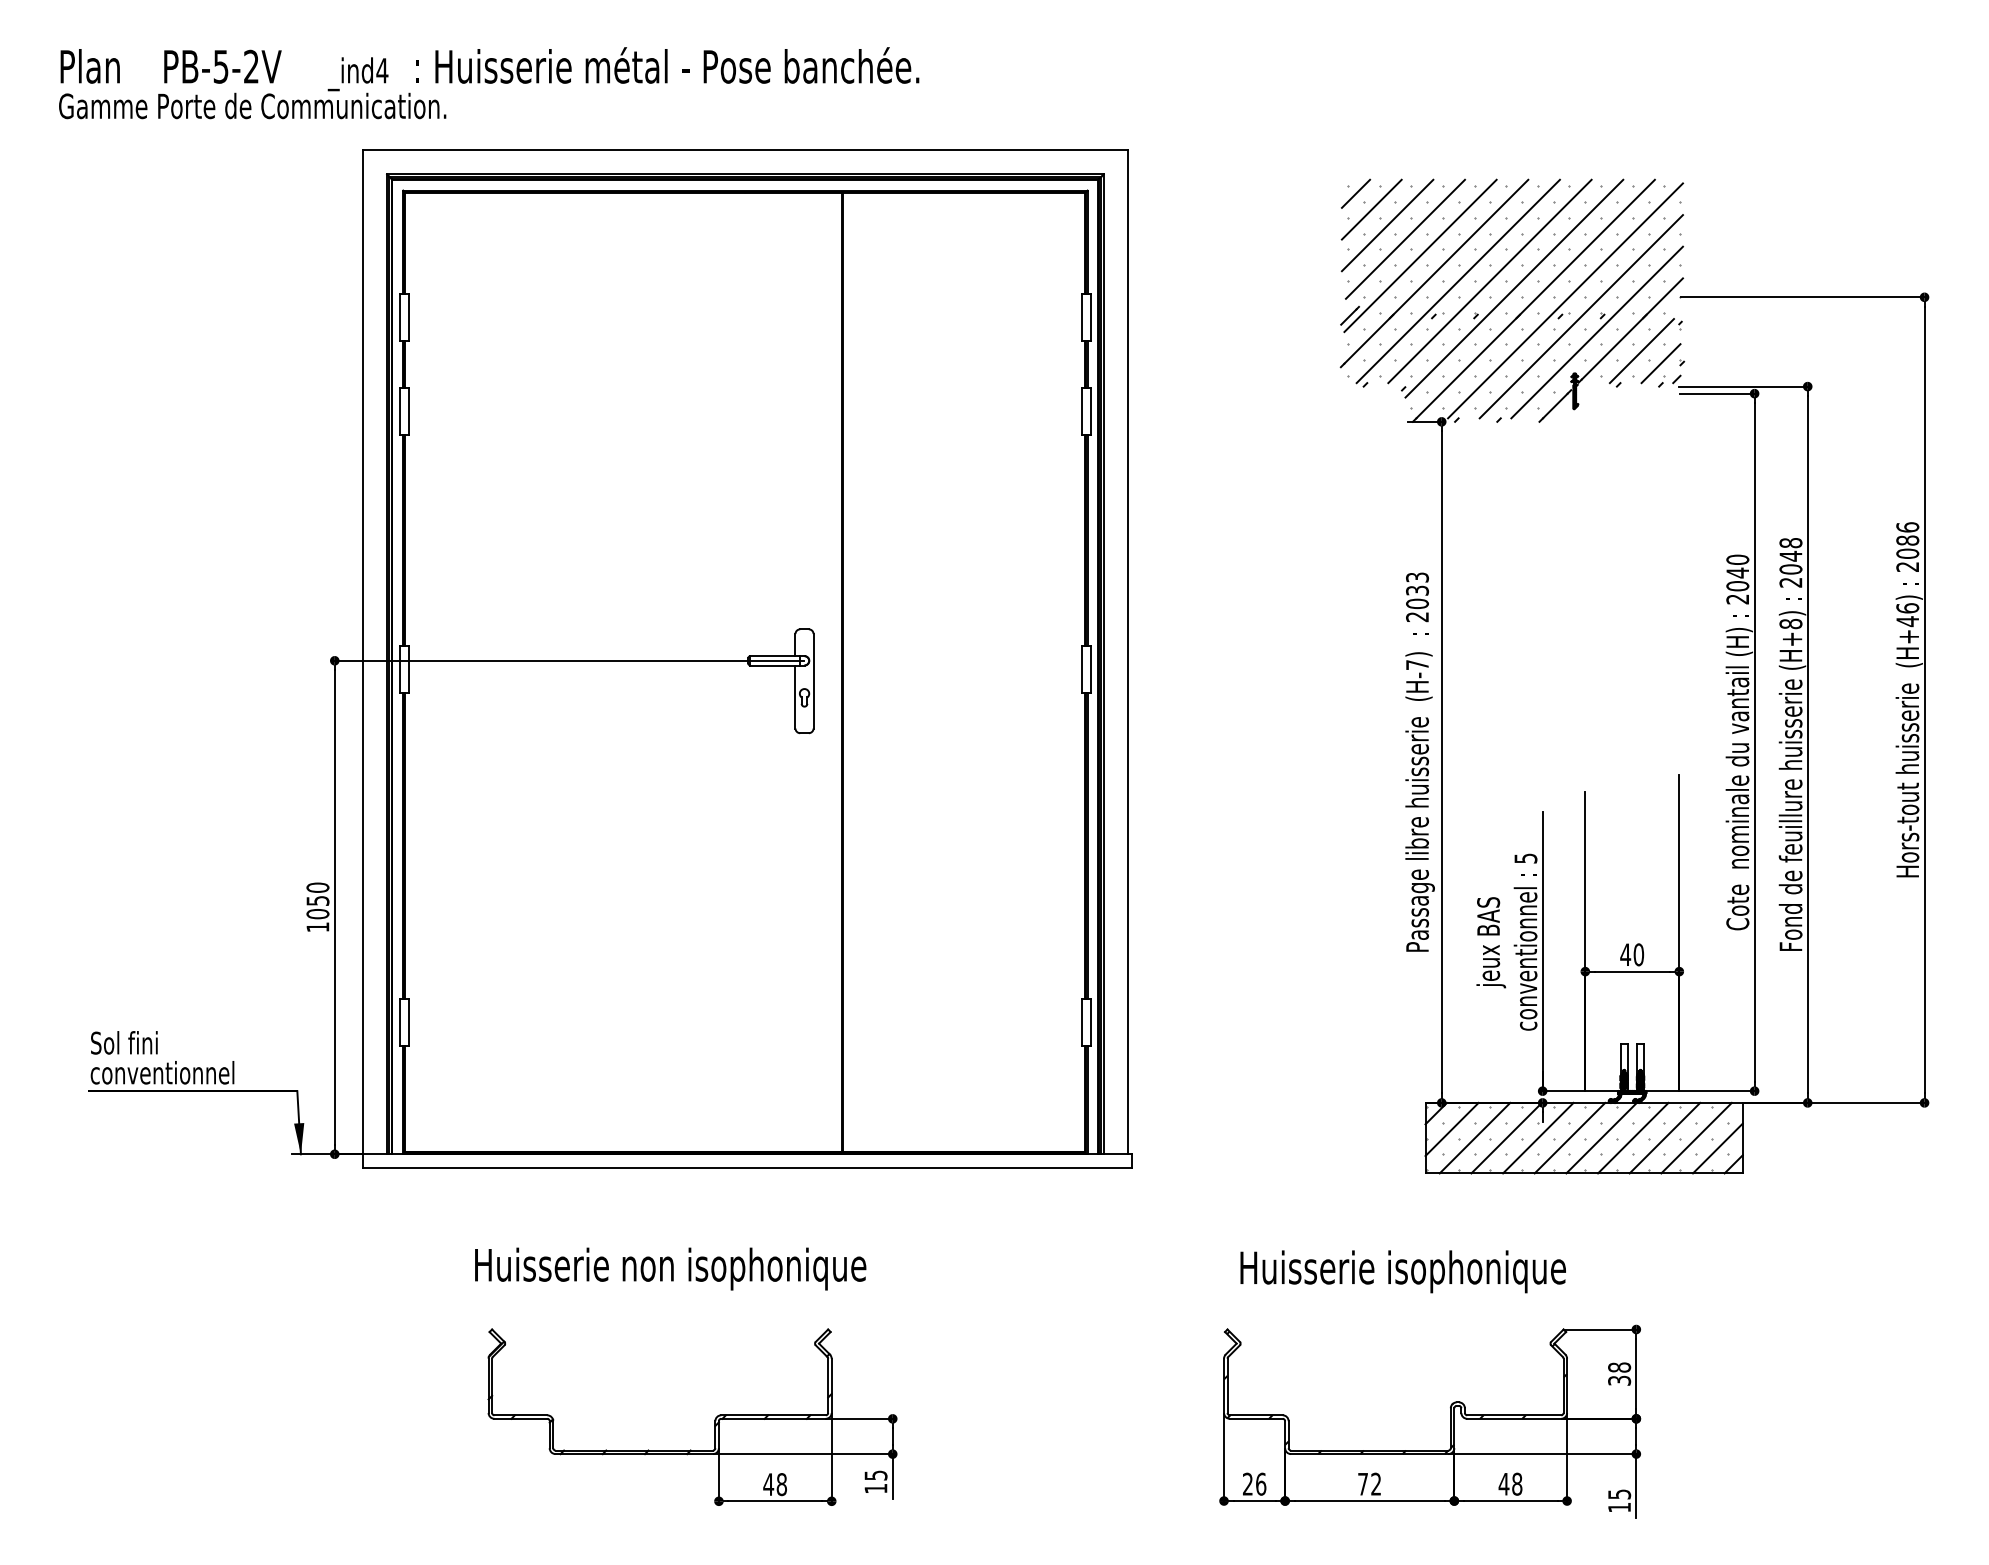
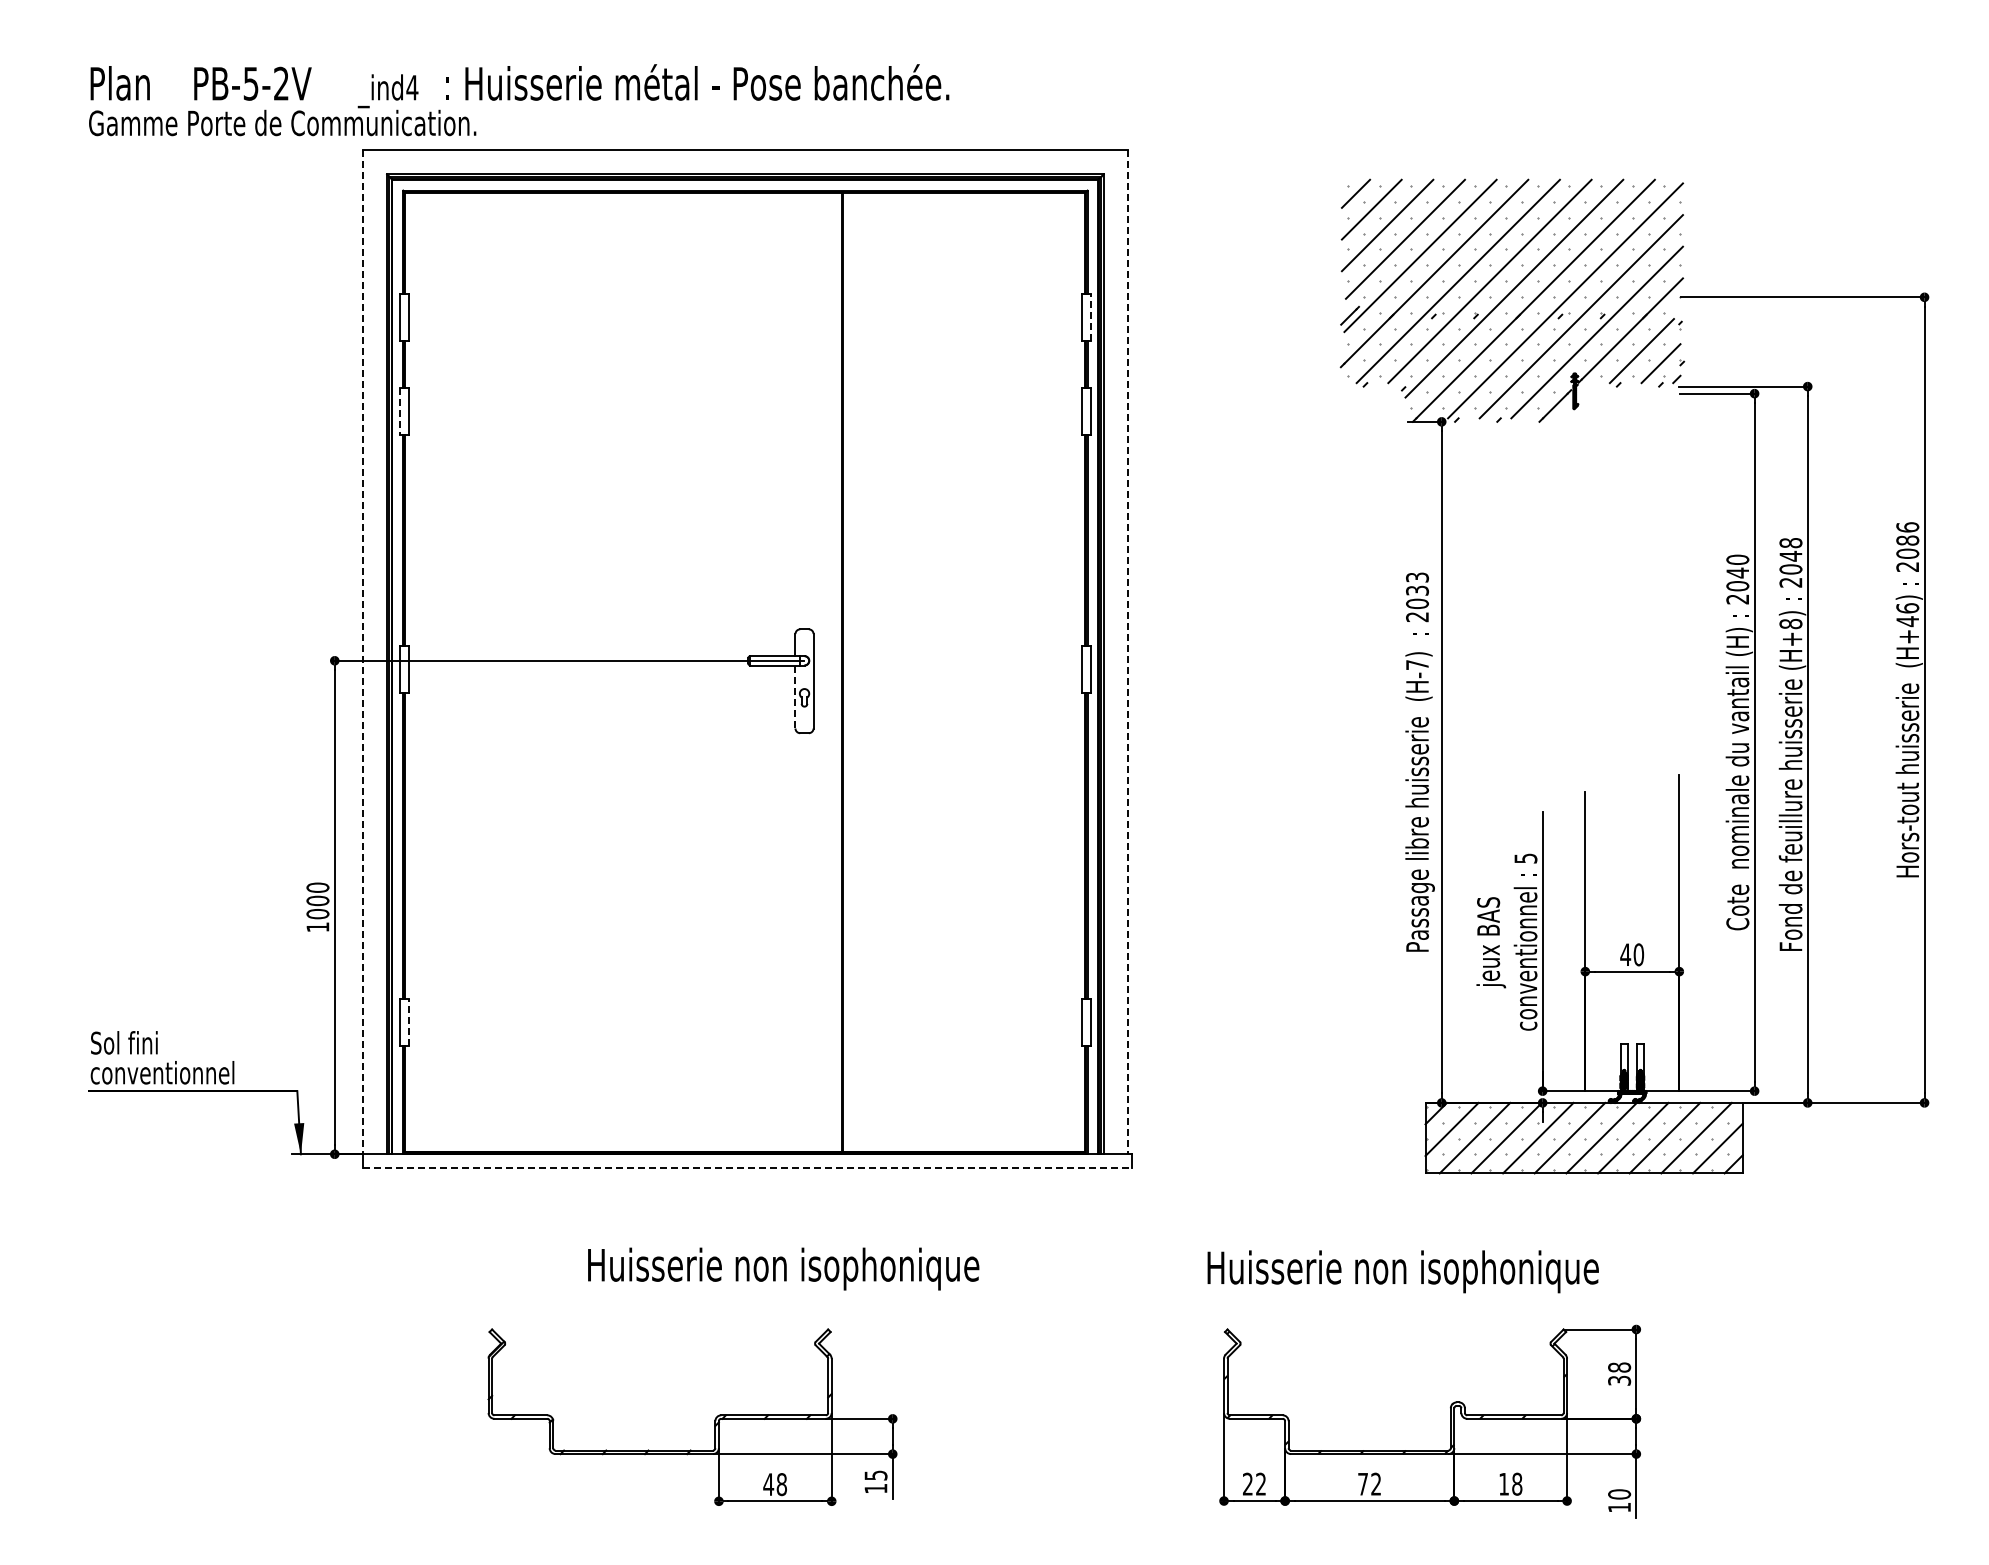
text at (489, 83) position: (489, 83) -> (519, 100)
line at (1091, 316): solid -> dashed
line at (399, 411): solid -> dashed
line at (363, 652): solid -> dashed
line at (1127, 652): solid -> dashed
line at (795, 697): solid -> dashed
text at (317, 900): 1050 -> 1000
line at (409, 1021): solid -> dashed
line at (747, 1168): solid -> dashed
text at (670, 1268) position: (670, 1268) -> (783, 1268)
text at (1402, 1271): Huisserie isophonique -> Huisserie non isophonique
text at (1261, 1483): 26 -> 22
text at (1503, 1484): 48 -> 18
text at (1619, 1494): 15 -> 10
